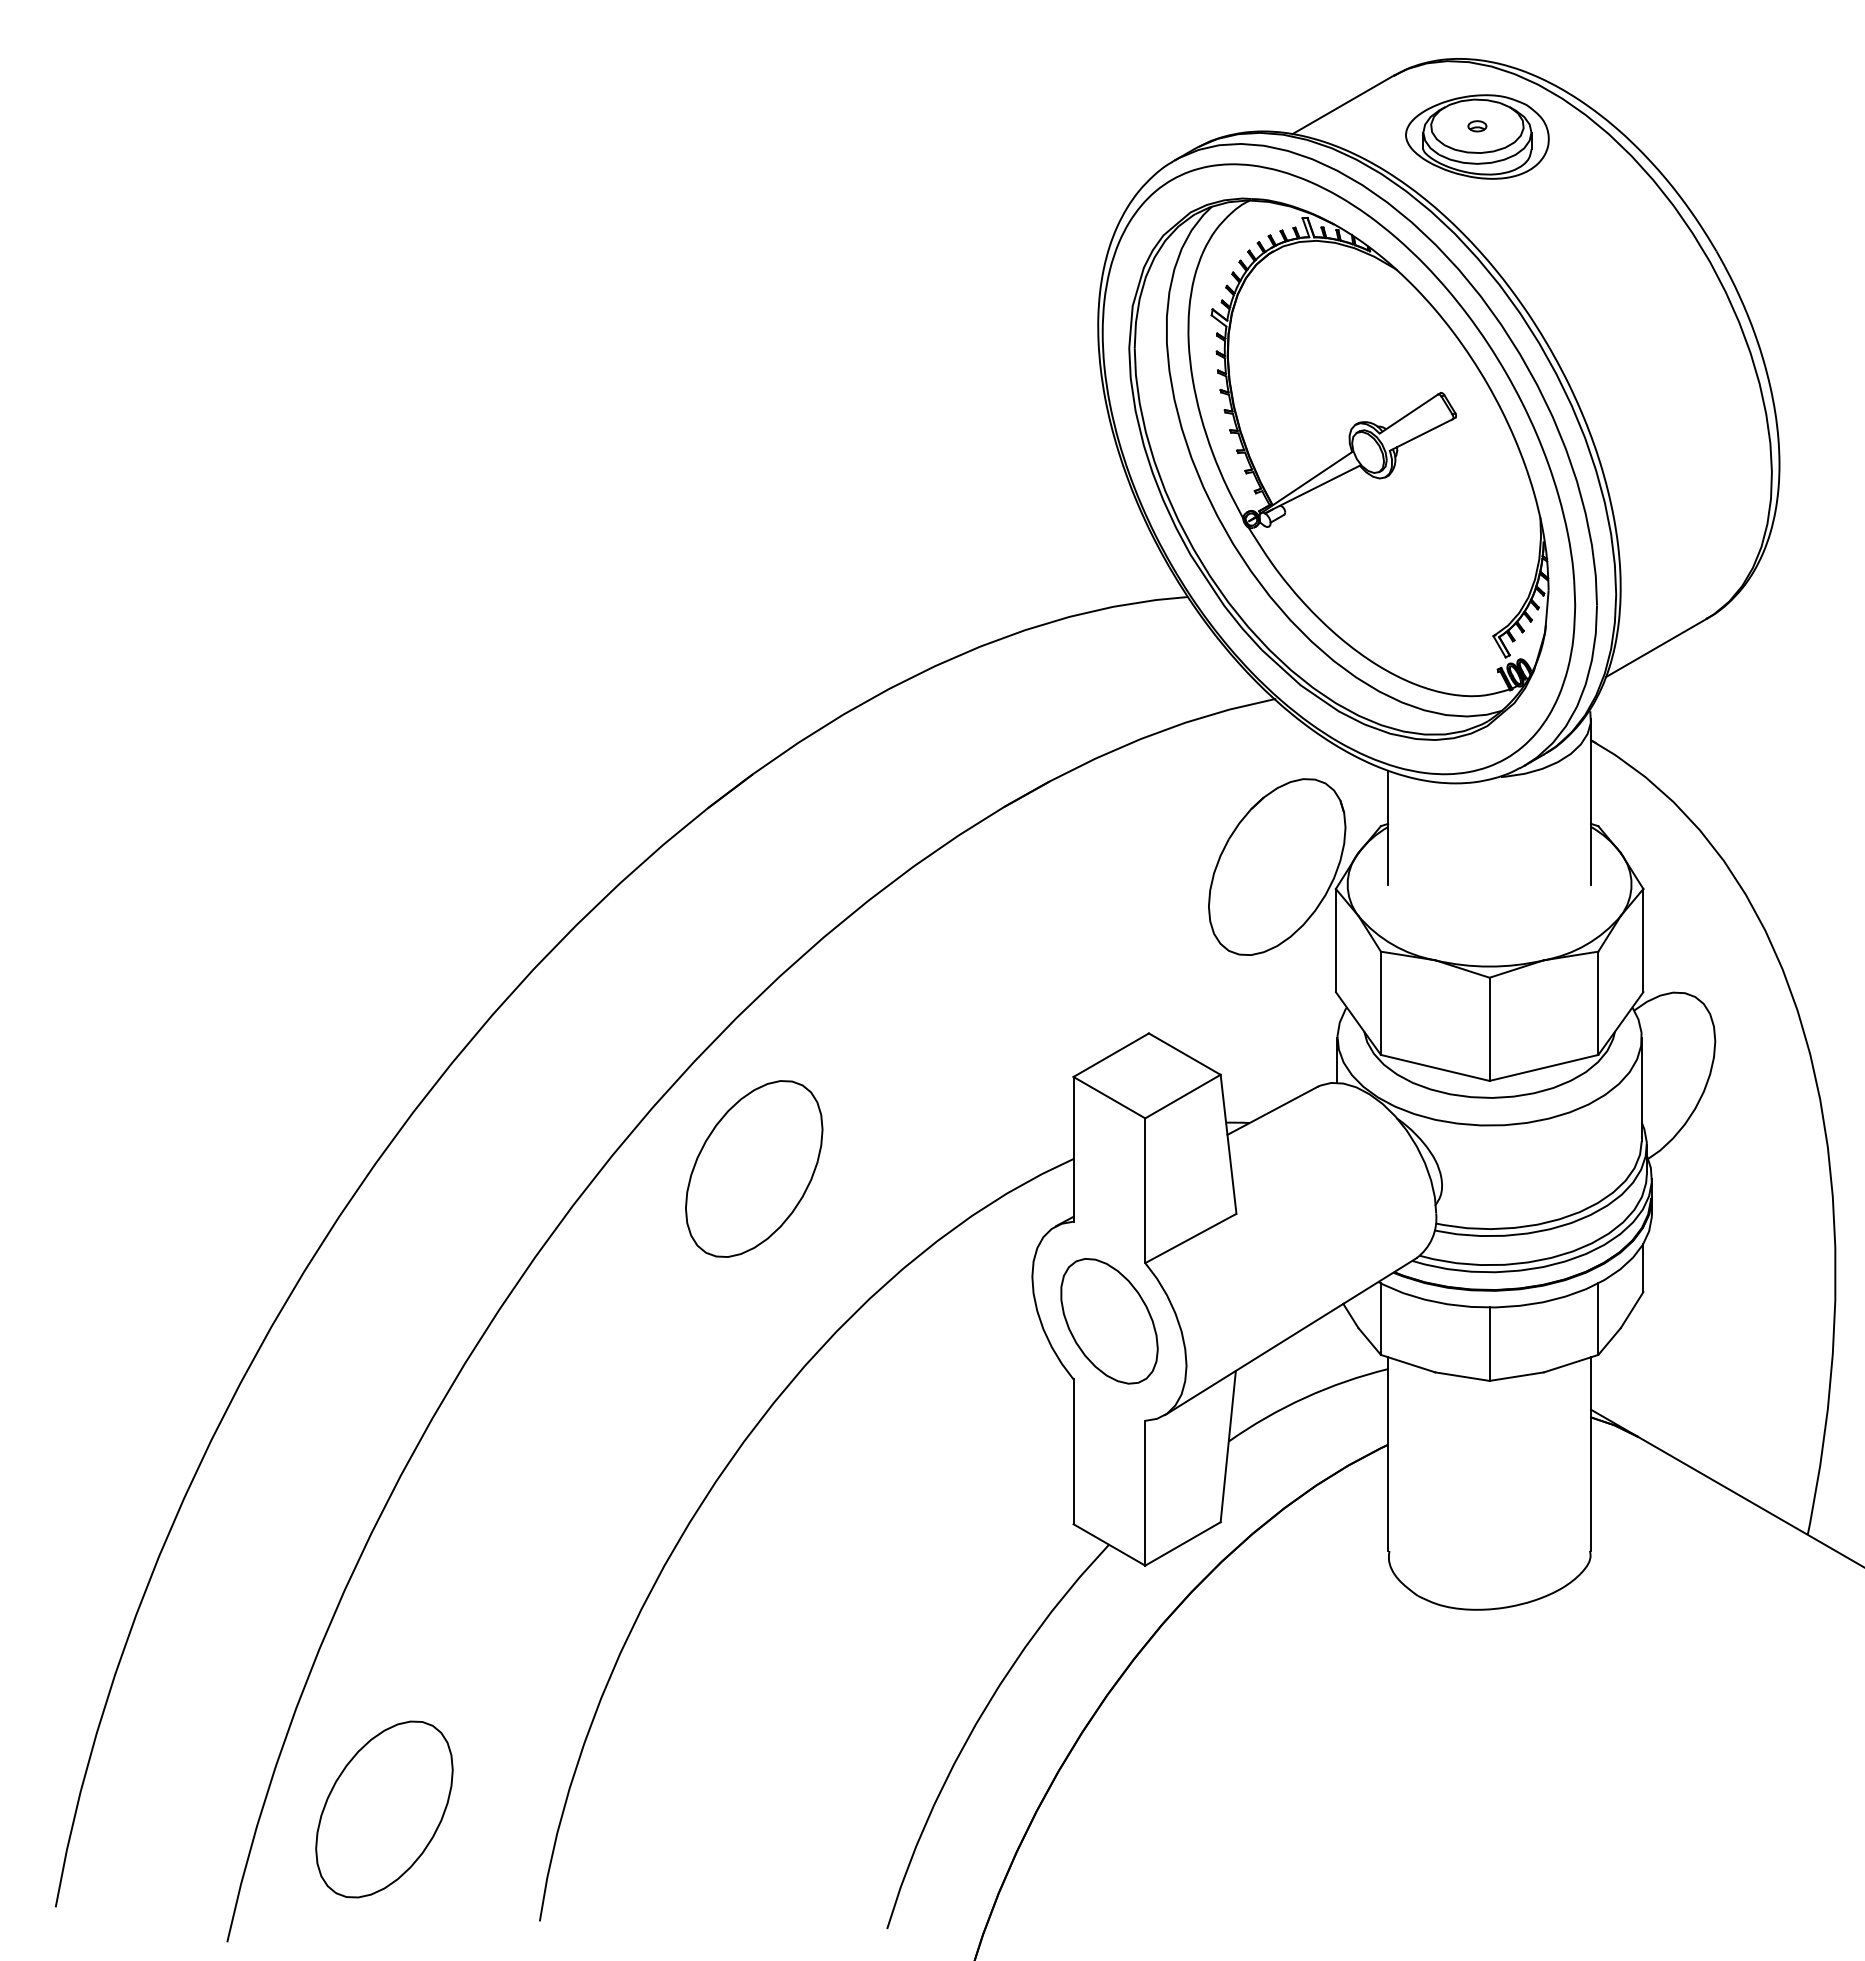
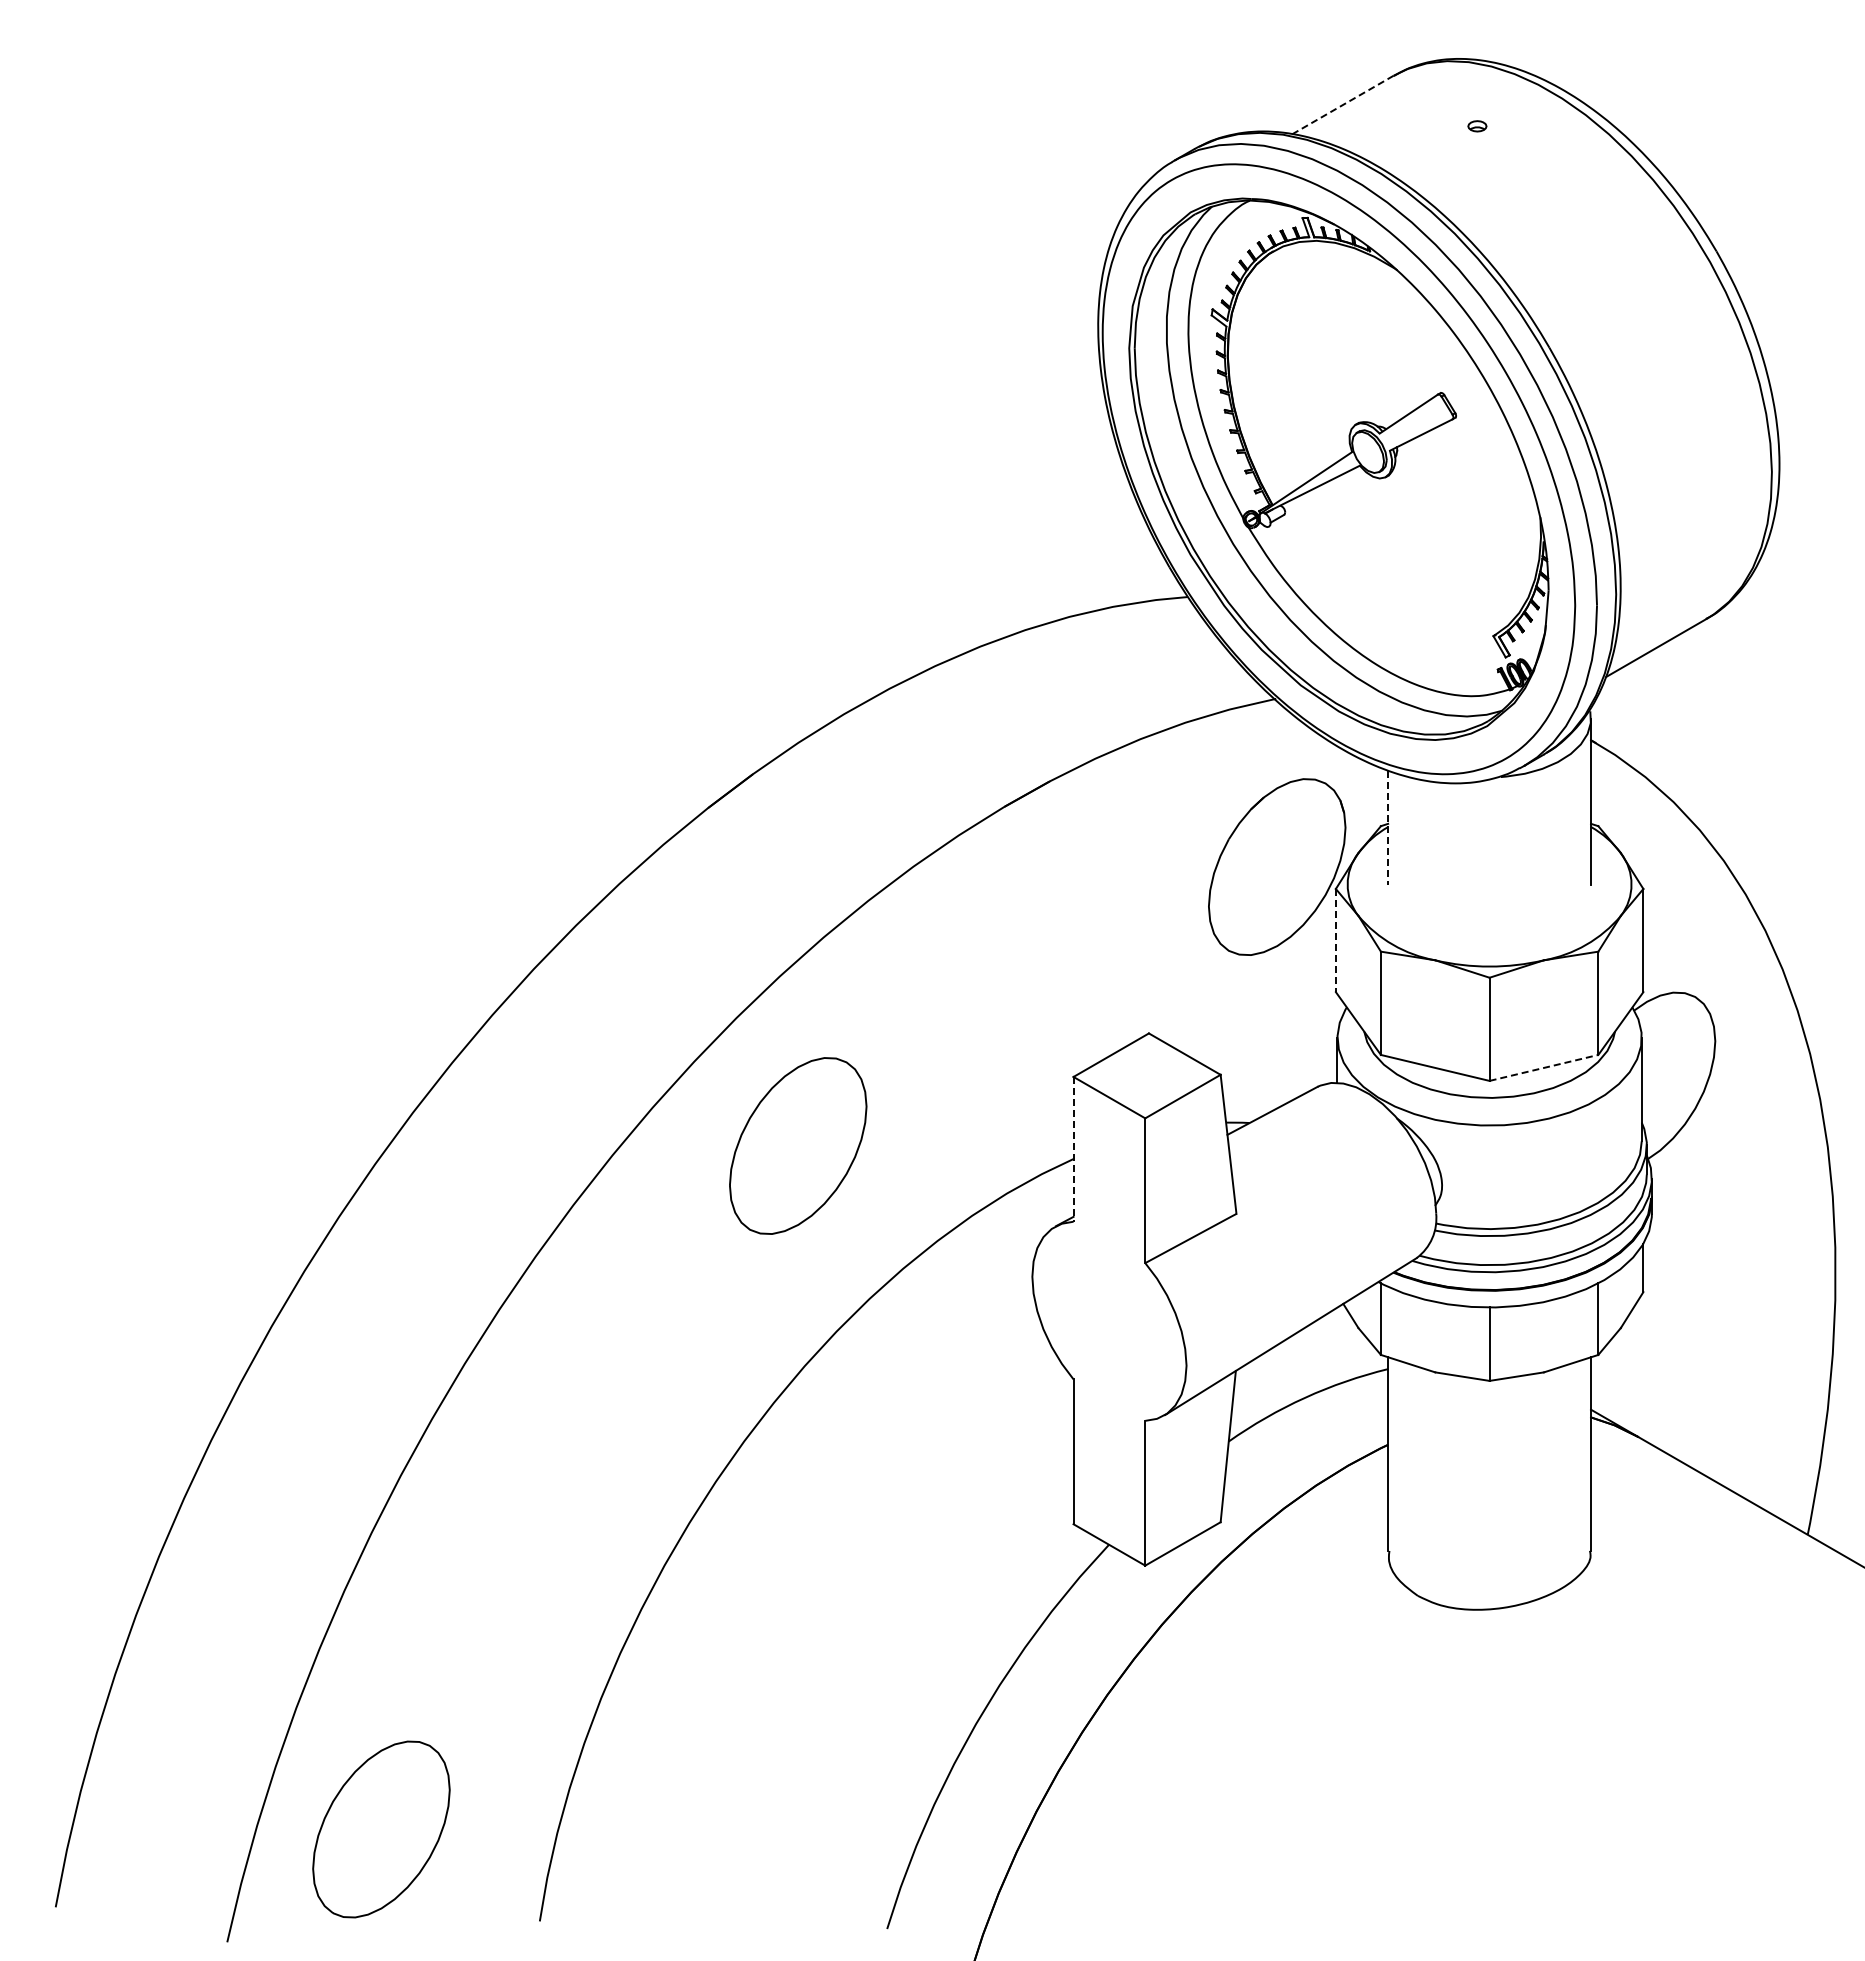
line at (1342, 105): solid -> dashed
part at (1477, 136): present -> none
line at (1388, 827): solid -> dashed
line at (1335, 940): solid -> dashed
line at (1543, 1067): solid -> dashed
line at (1073, 1149): solid -> dashed
part at (754, 1168) position: (754, 1168) -> (798, 1145)
part at (1109, 1321): present -> none
part at (384, 1809) position: (384, 1809) -> (381, 1829)
